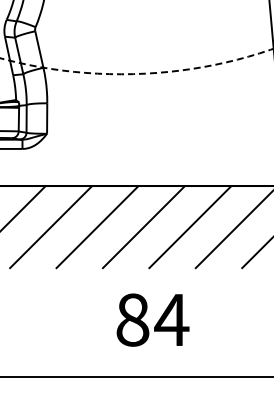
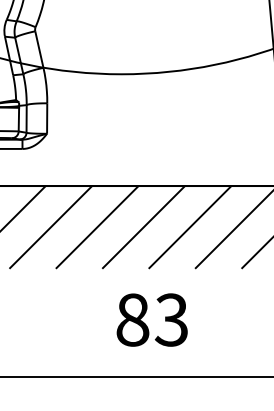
circle at (136, 61): dashed -> solid
text at (171, 319): 84 -> 83
